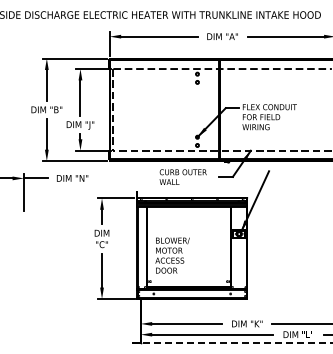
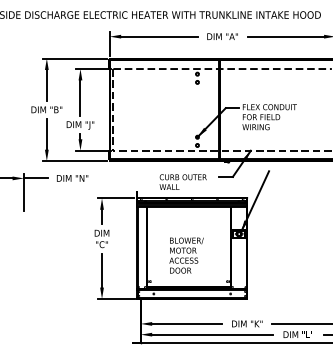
text at (182, 176) position: (182, 176) -> (182, 181)
text at (172, 255) position: (172, 255) -> (186, 255)
line at (236, 342): dashed -> solid
